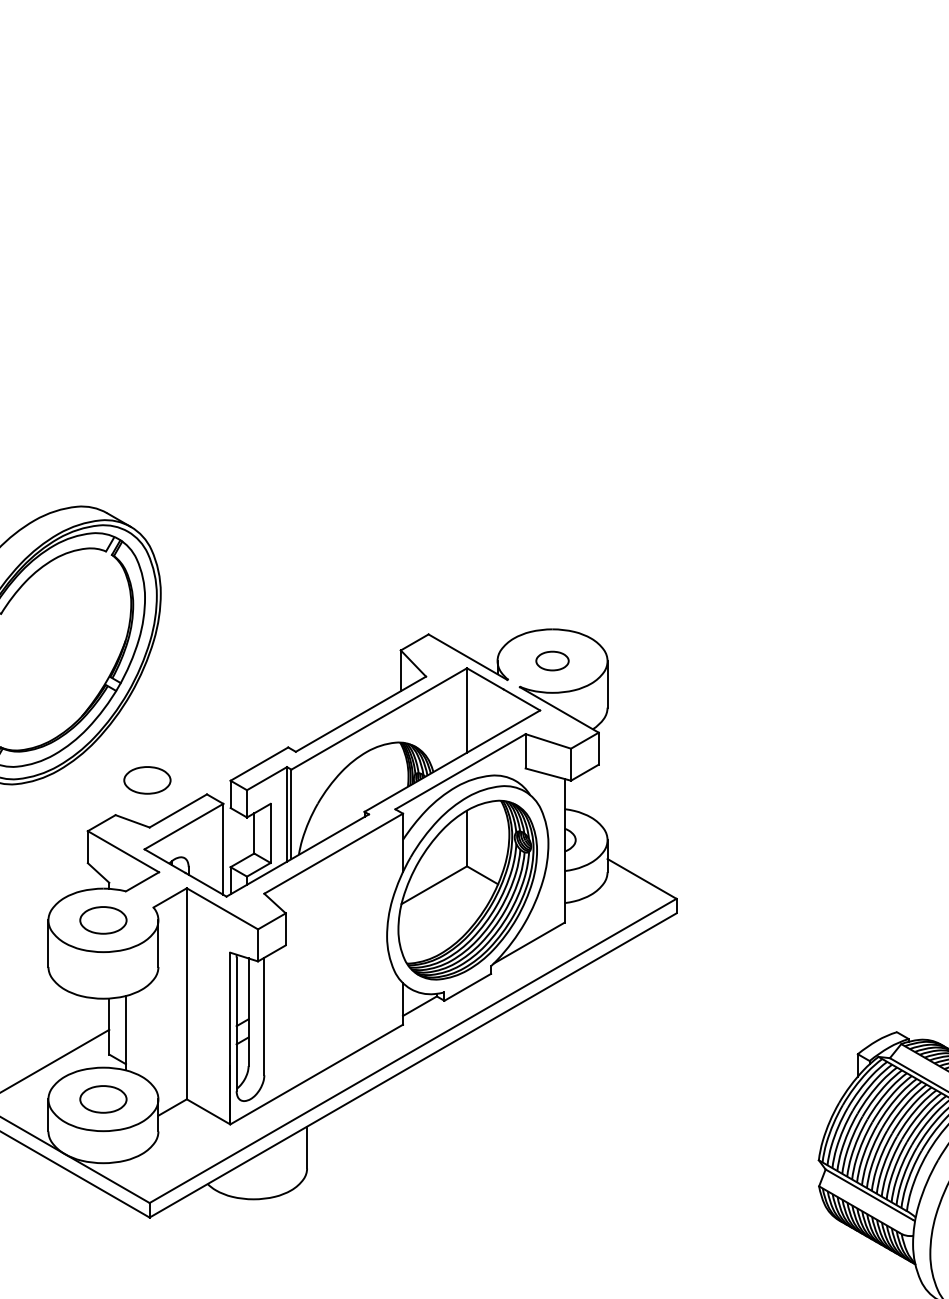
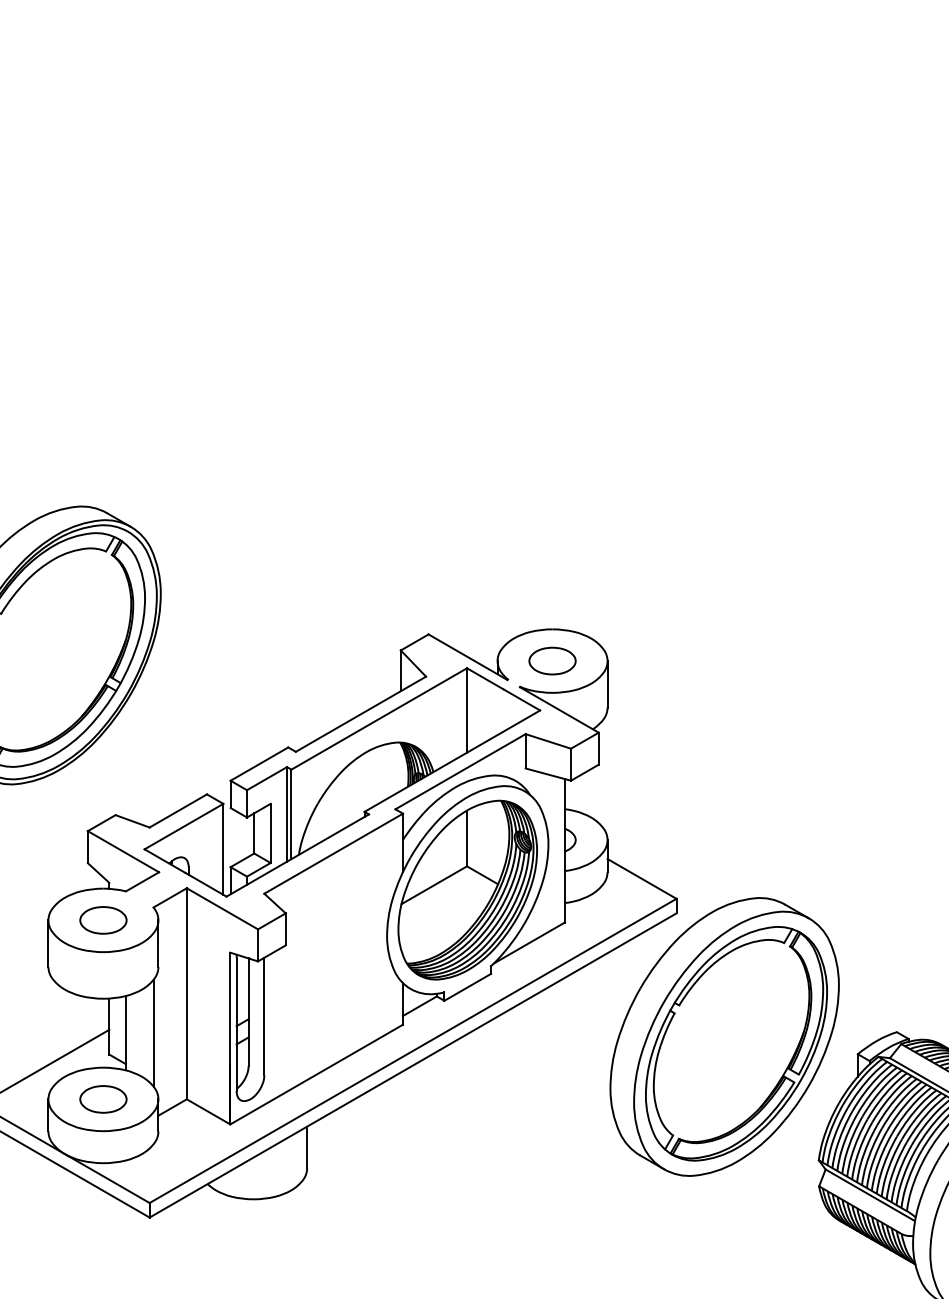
part at (552, 660) size: 35x22 px -> 49x30 px
part at (147, 780): present -> none
line at (153, 1032): none -> present
part at (724, 1036): none -> present
